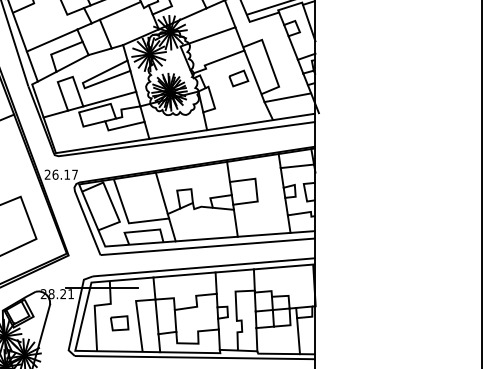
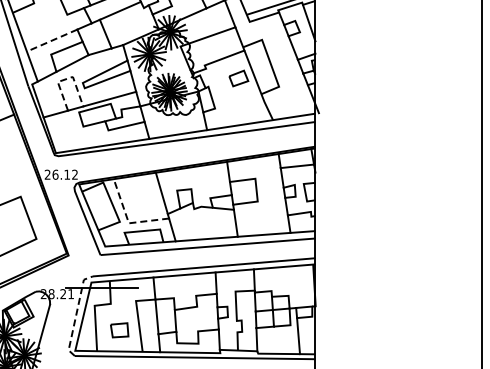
line at (52, 40): solid -> dashed
line at (66, 79): solid -> dashed
line at (287, 97): present -> none
text at (74, 174): 26.17 -> 26.12
line at (127, 220): solid -> dashed
line at (76, 314): solid -> dashed
part at (119, 323) position: (119, 323) -> (119, 330)
